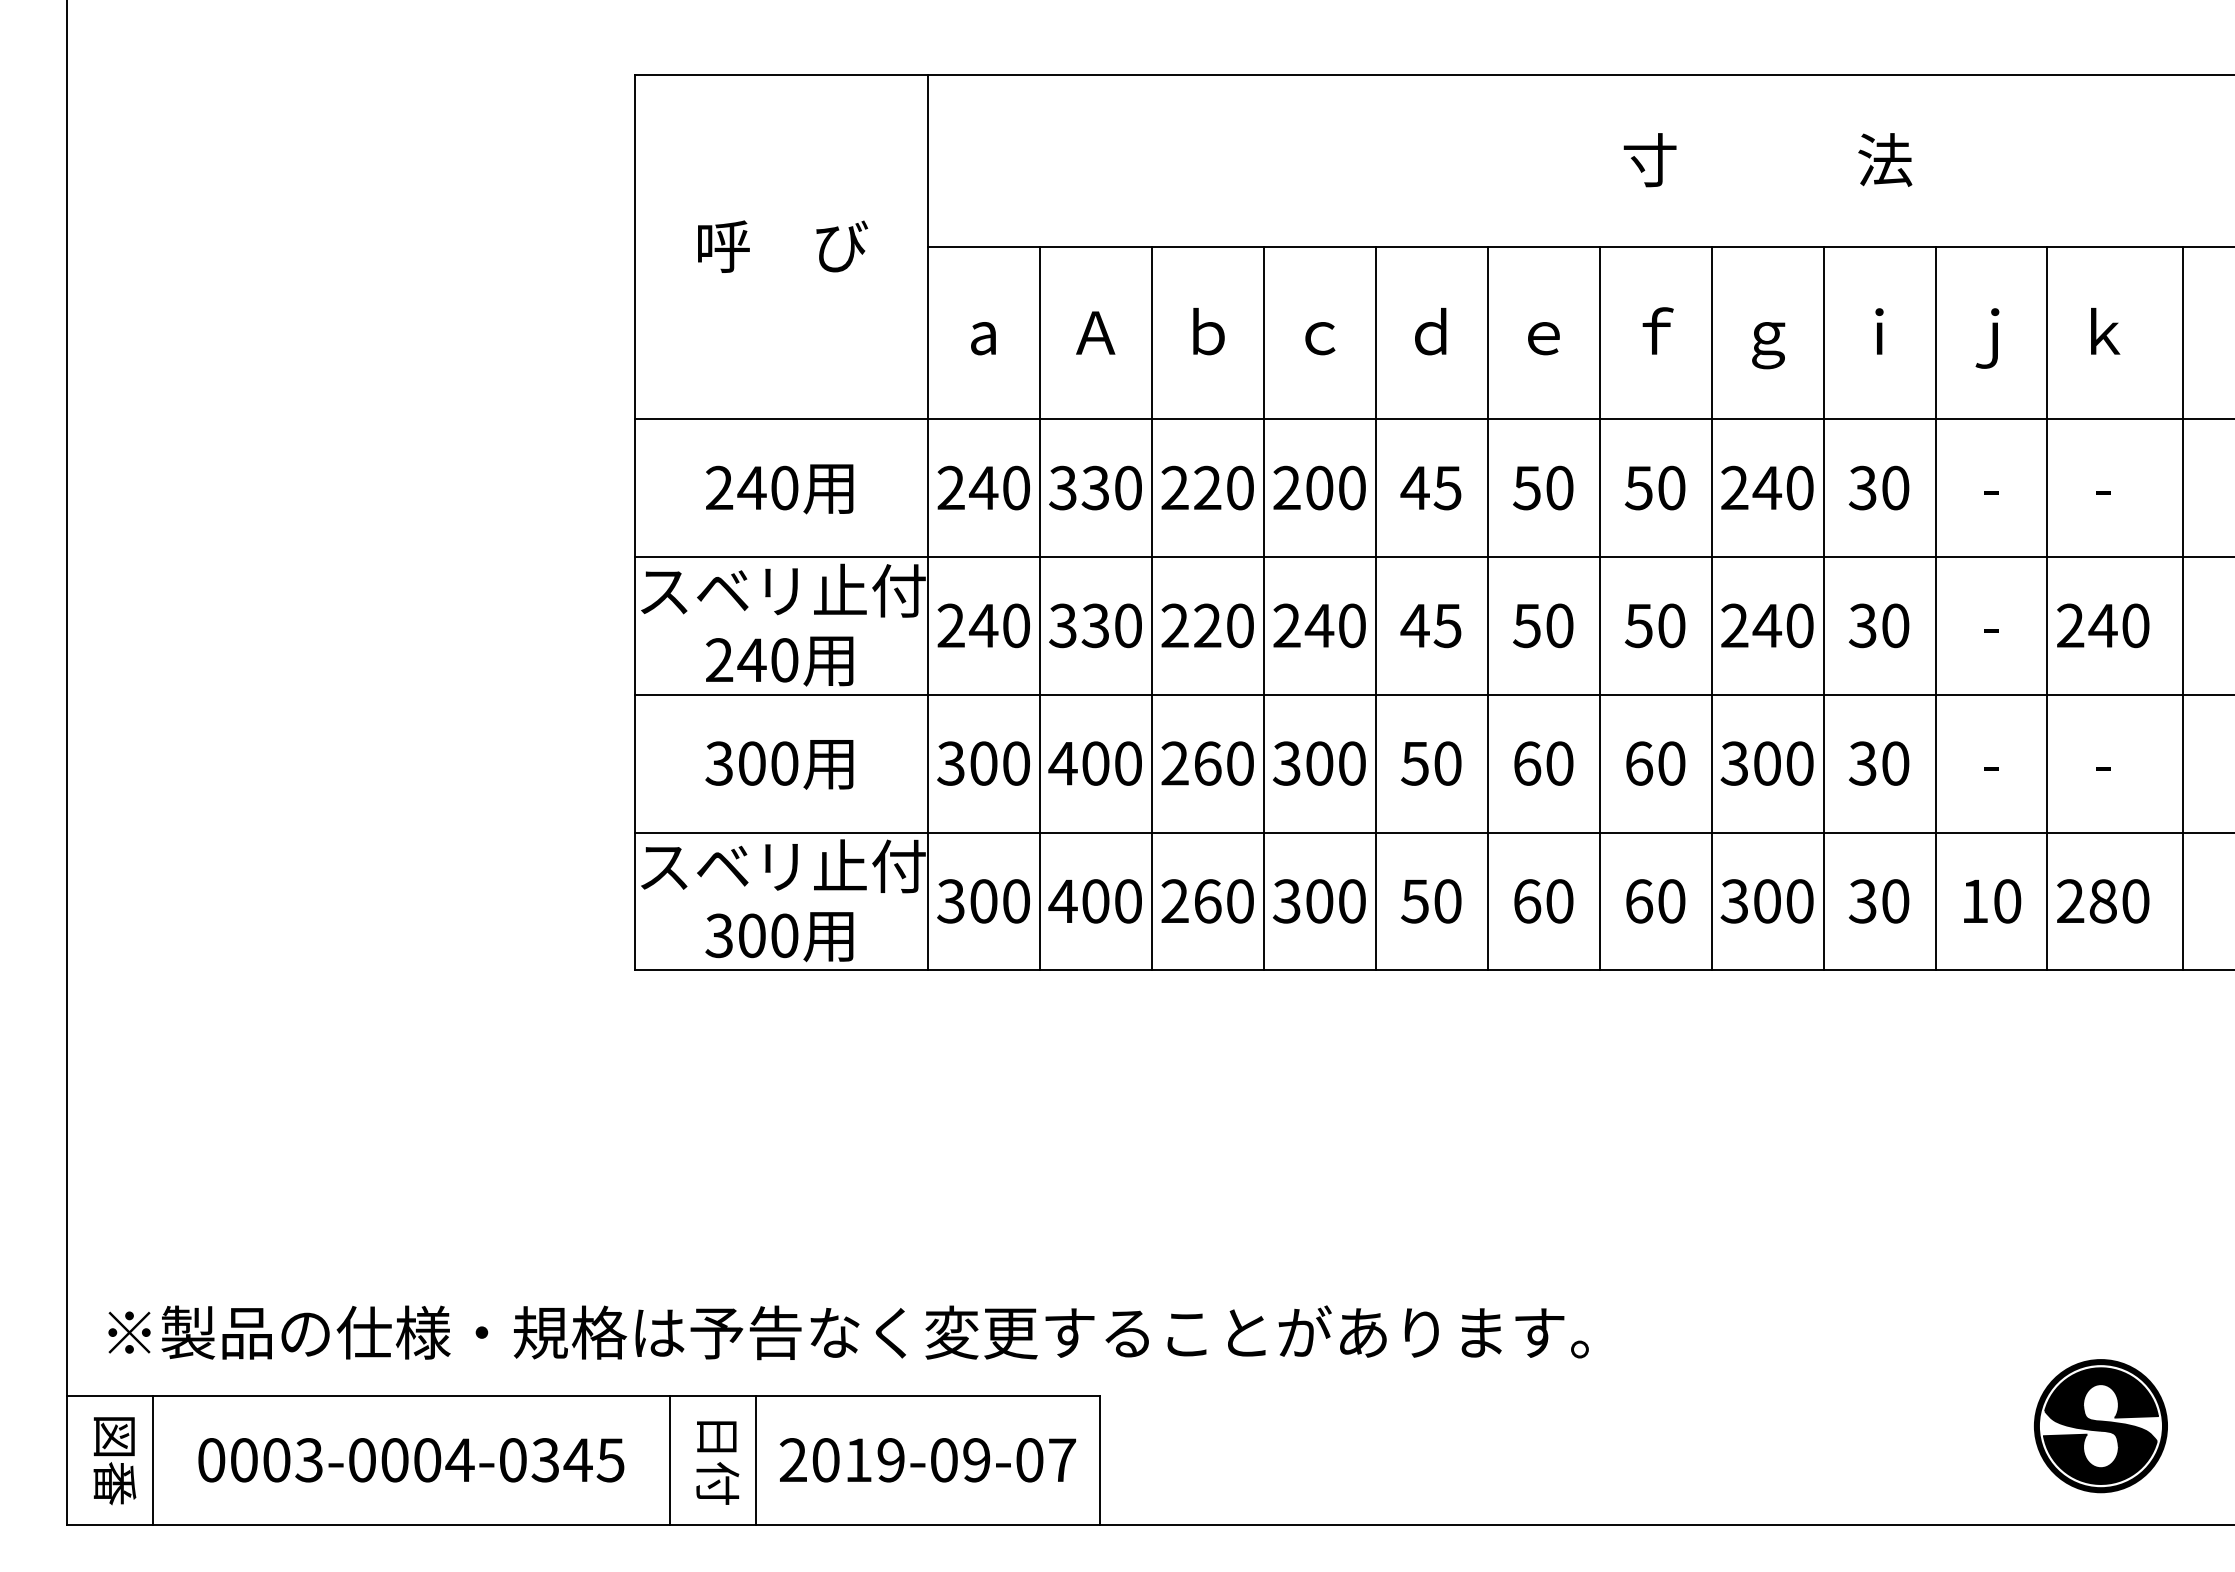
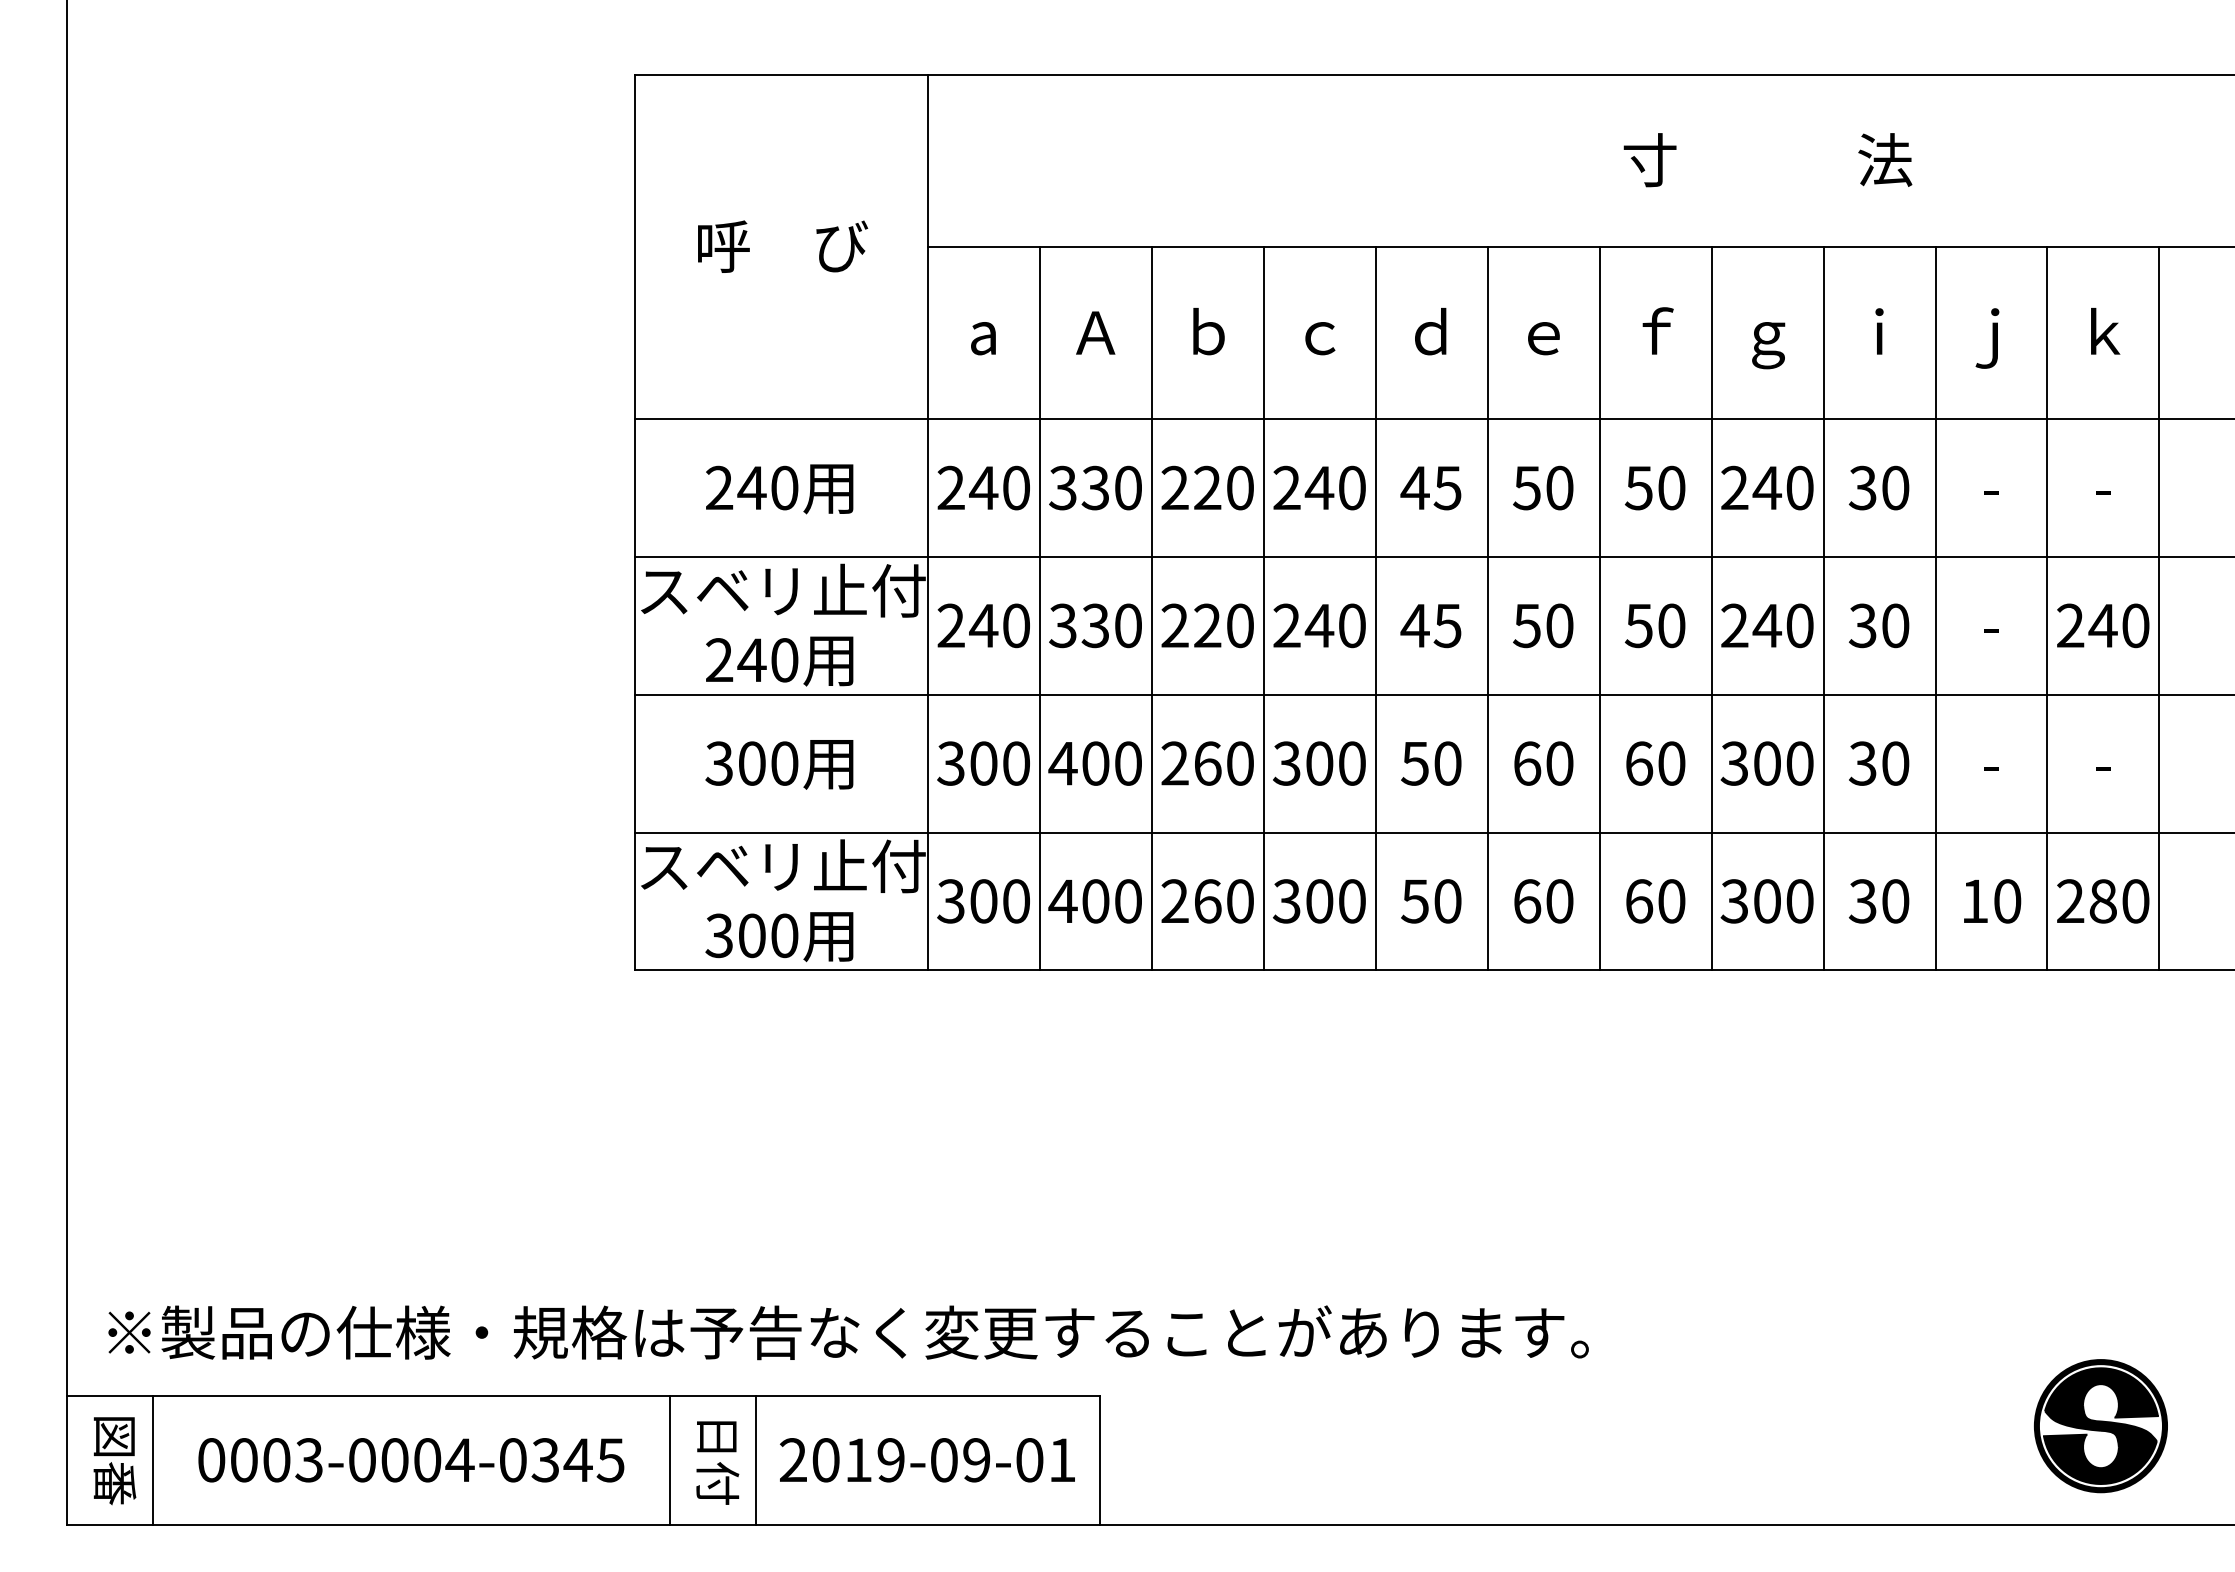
text at (1319, 487): 200 -> 240
line at (2183, 608) position: (2183, 608) -> (2159, 608)
text at (1062, 1459): 2019-09-07 -> 2019-09-01
